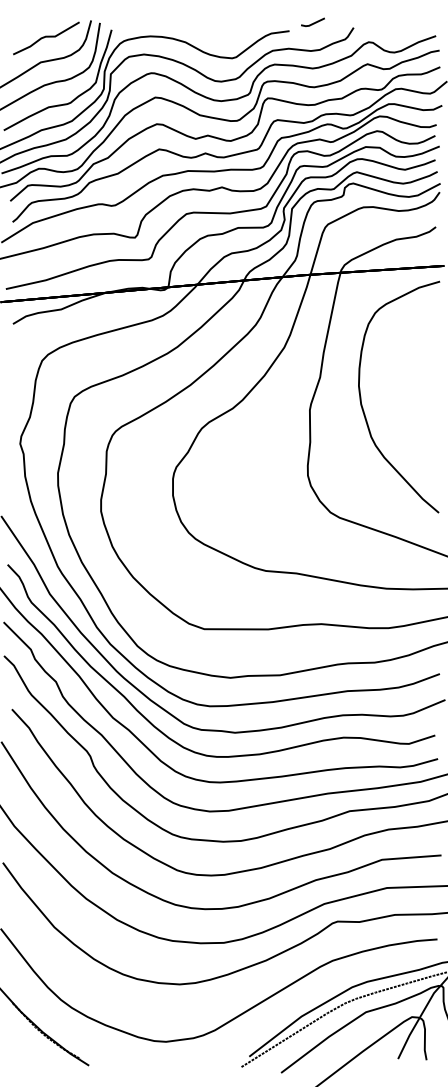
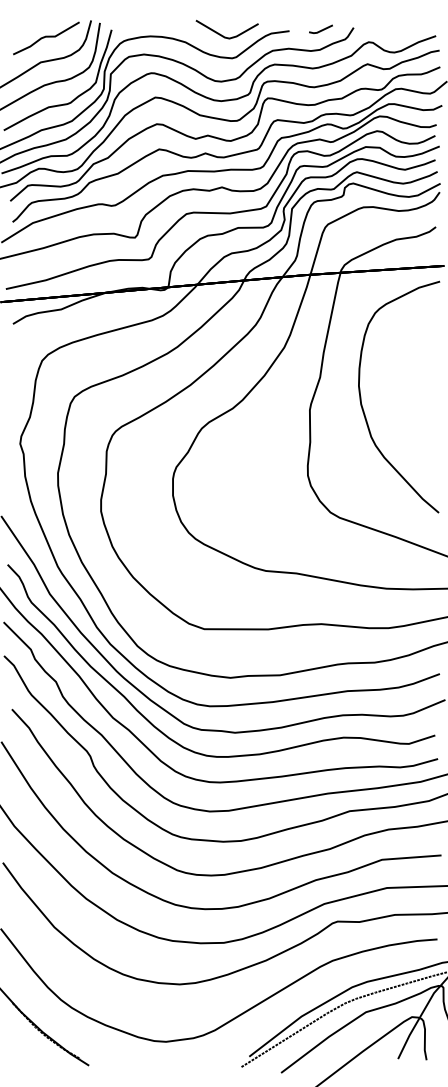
line at (313, 22) position: (313, 22) -> (321, 29)
line at (223, 35): none -> present
